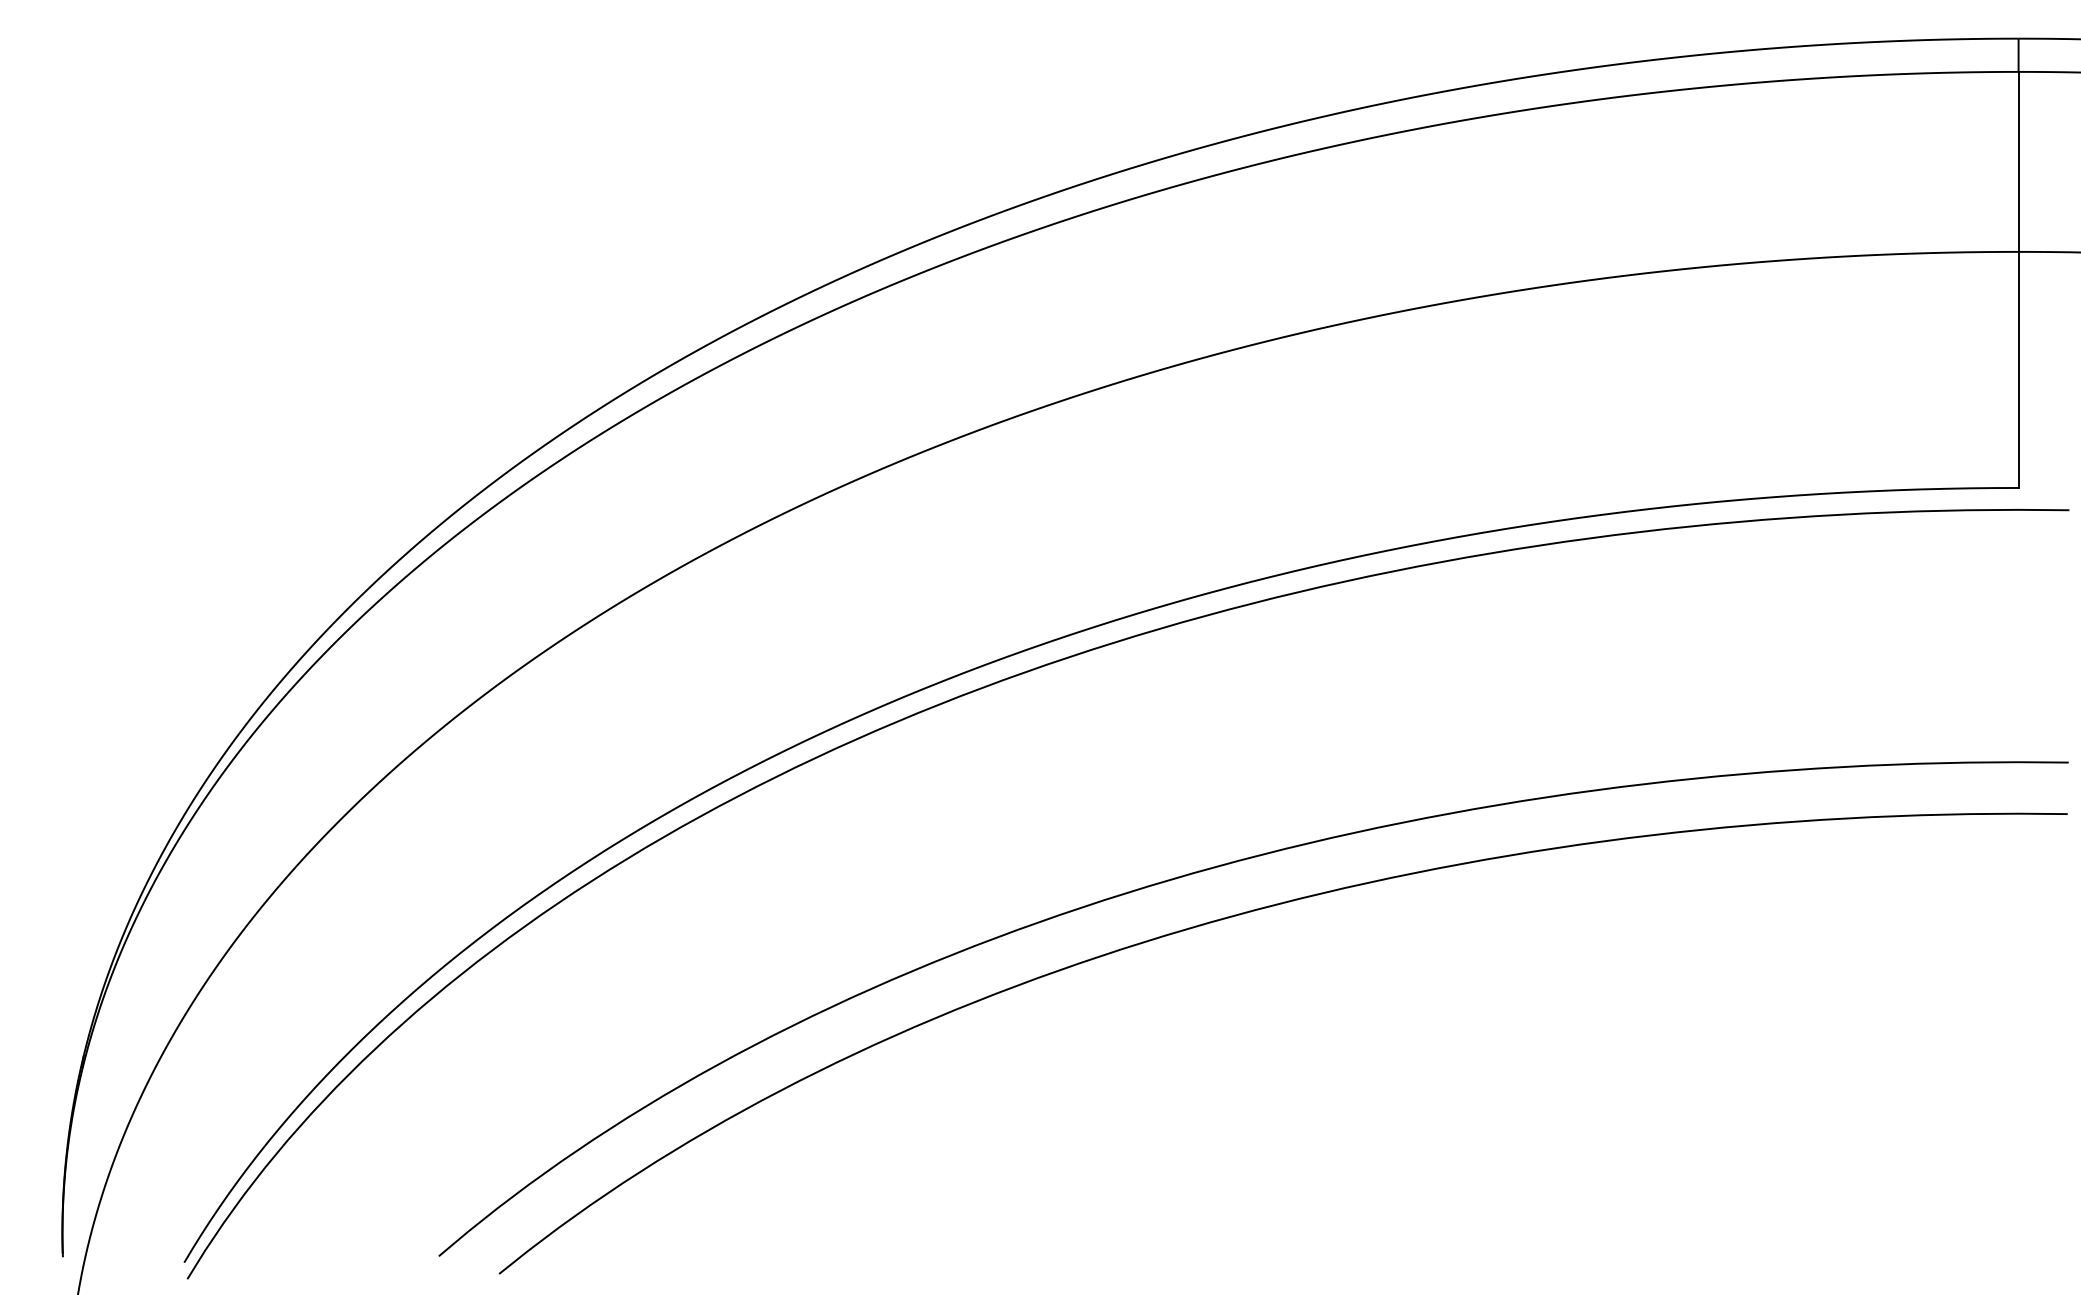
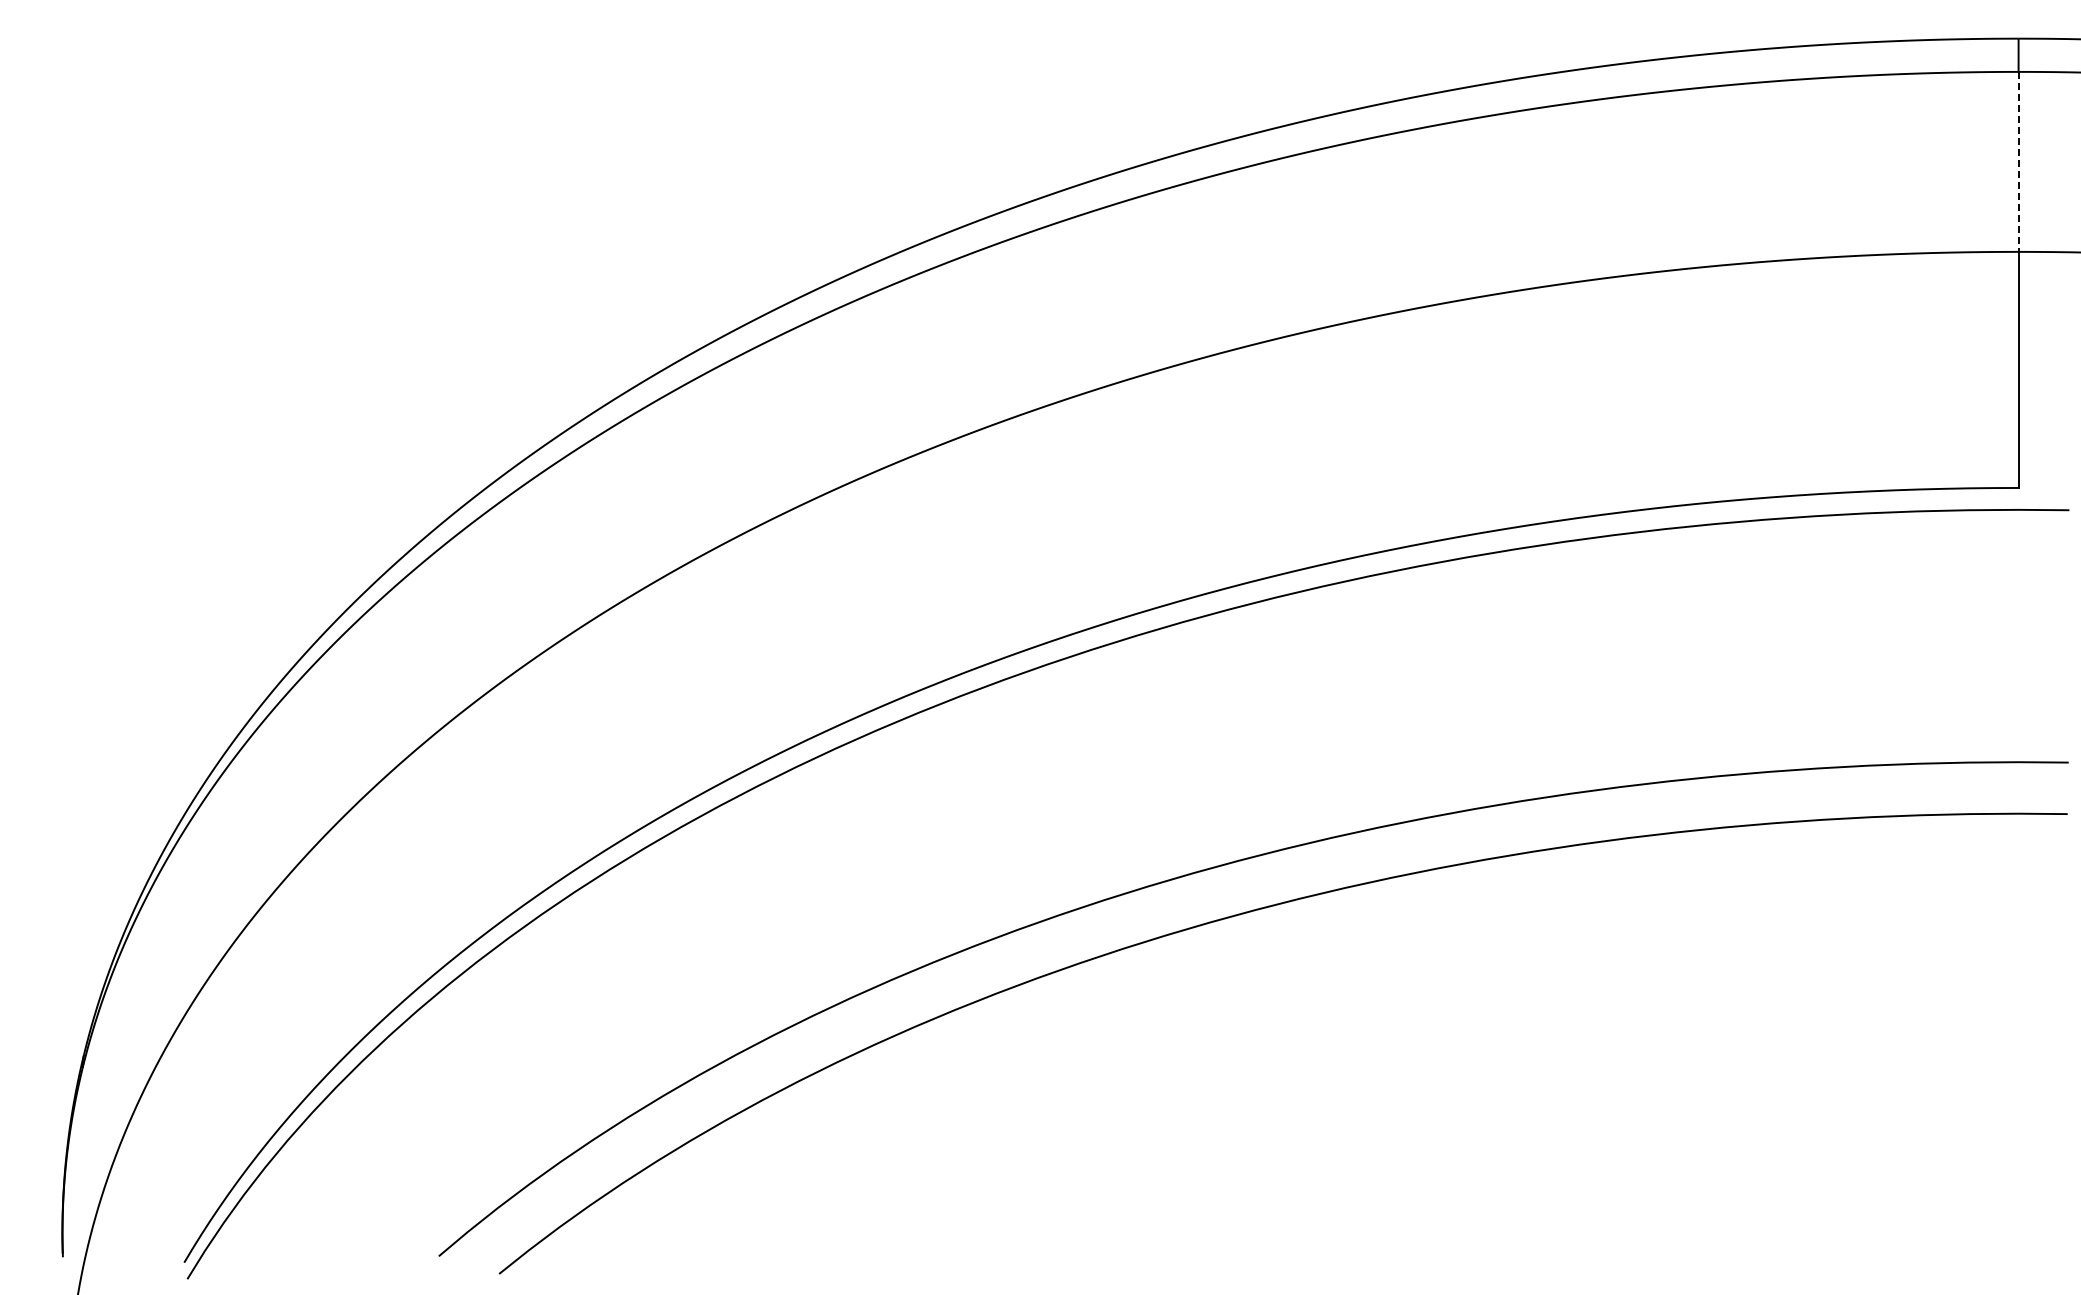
line at (2018, 161): solid -> dashed
